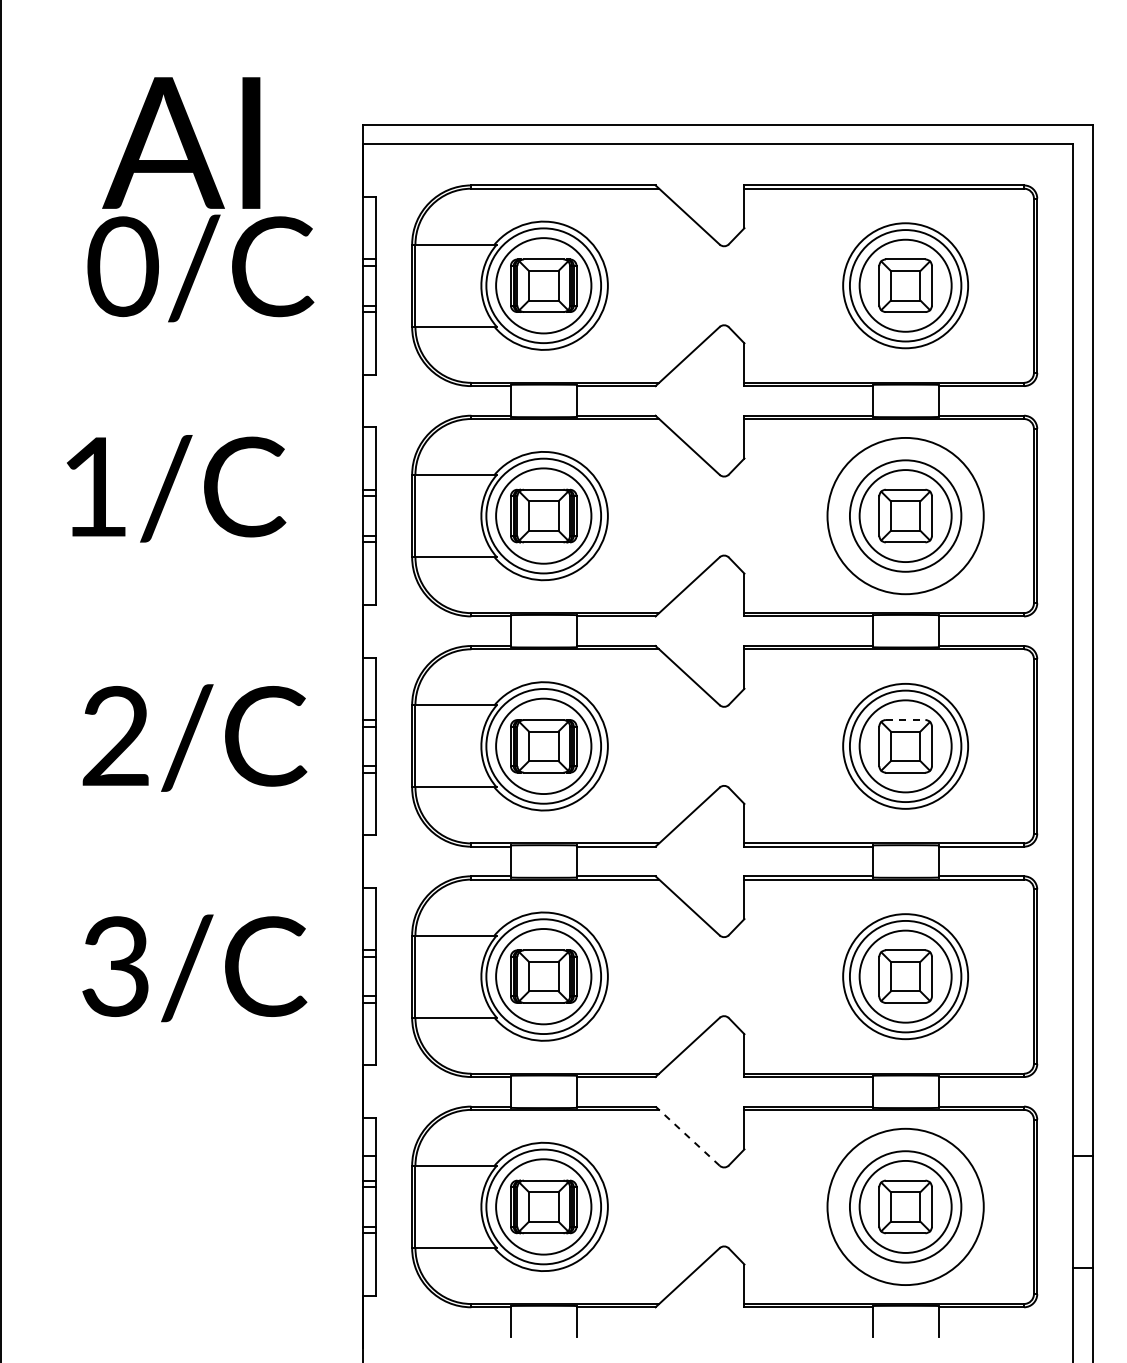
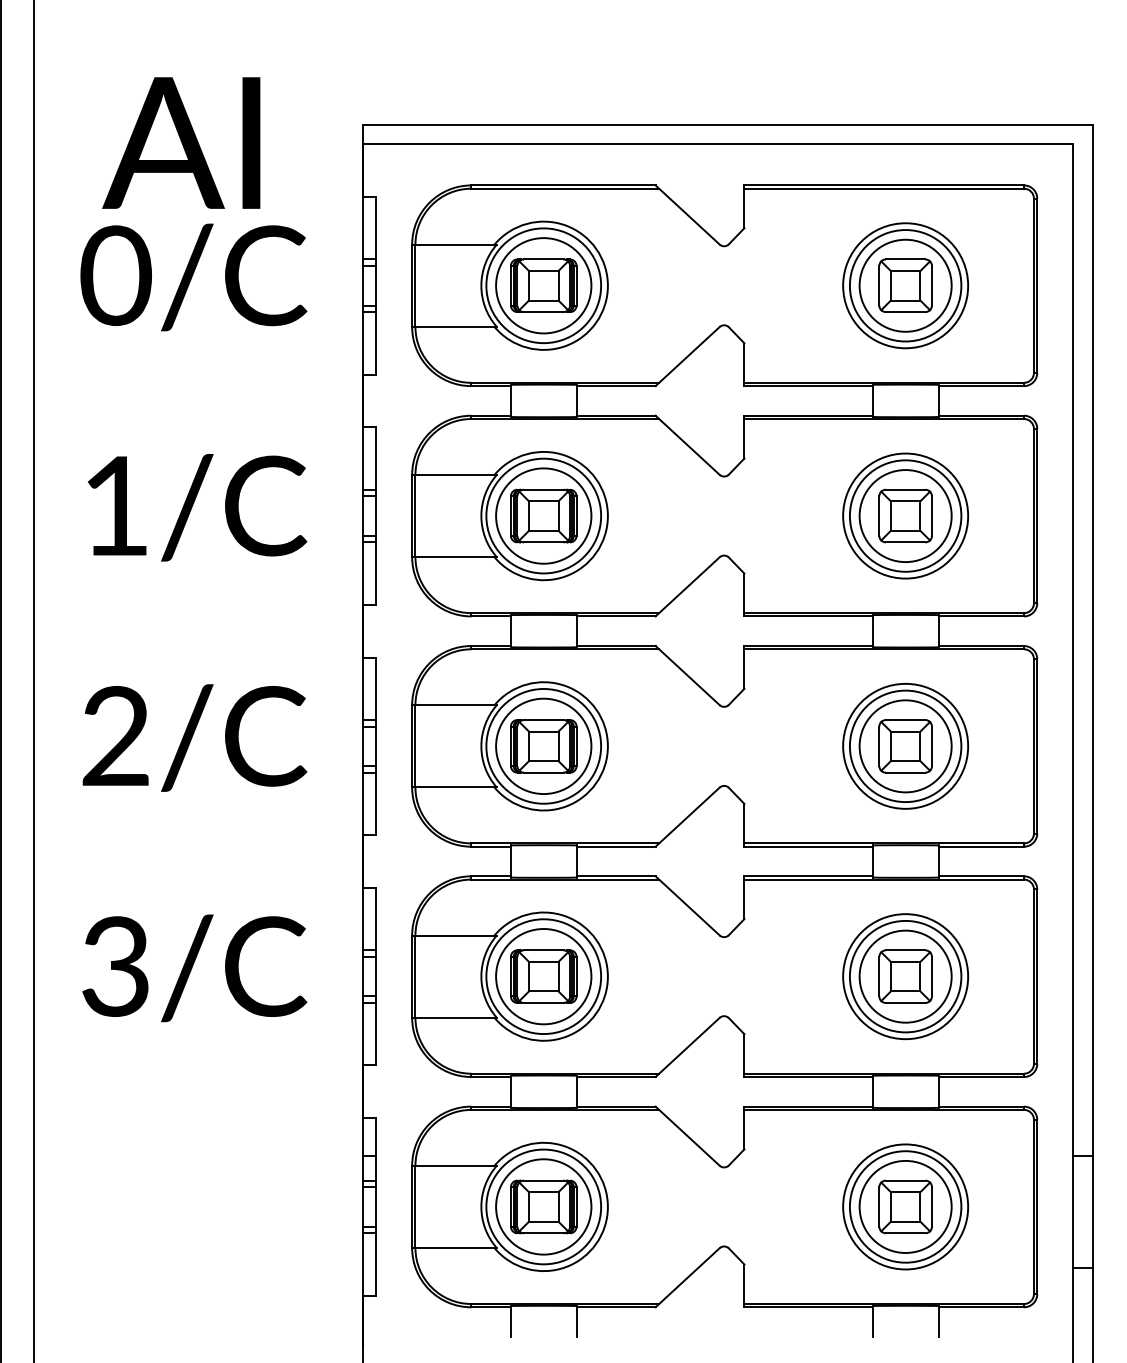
text at (200, 268) position: (200, 268) -> (193, 277)
text at (176, 488) position: (176, 488) -> (197, 507)
circle at (905, 515) diameter: 156 px -> 125 px
line at (33, 680): none -> present
line at (905, 720): dashed -> solid
line at (687, 1136): dashed -> solid
circle at (905, 1206) diameter: 156 px -> 125 px
